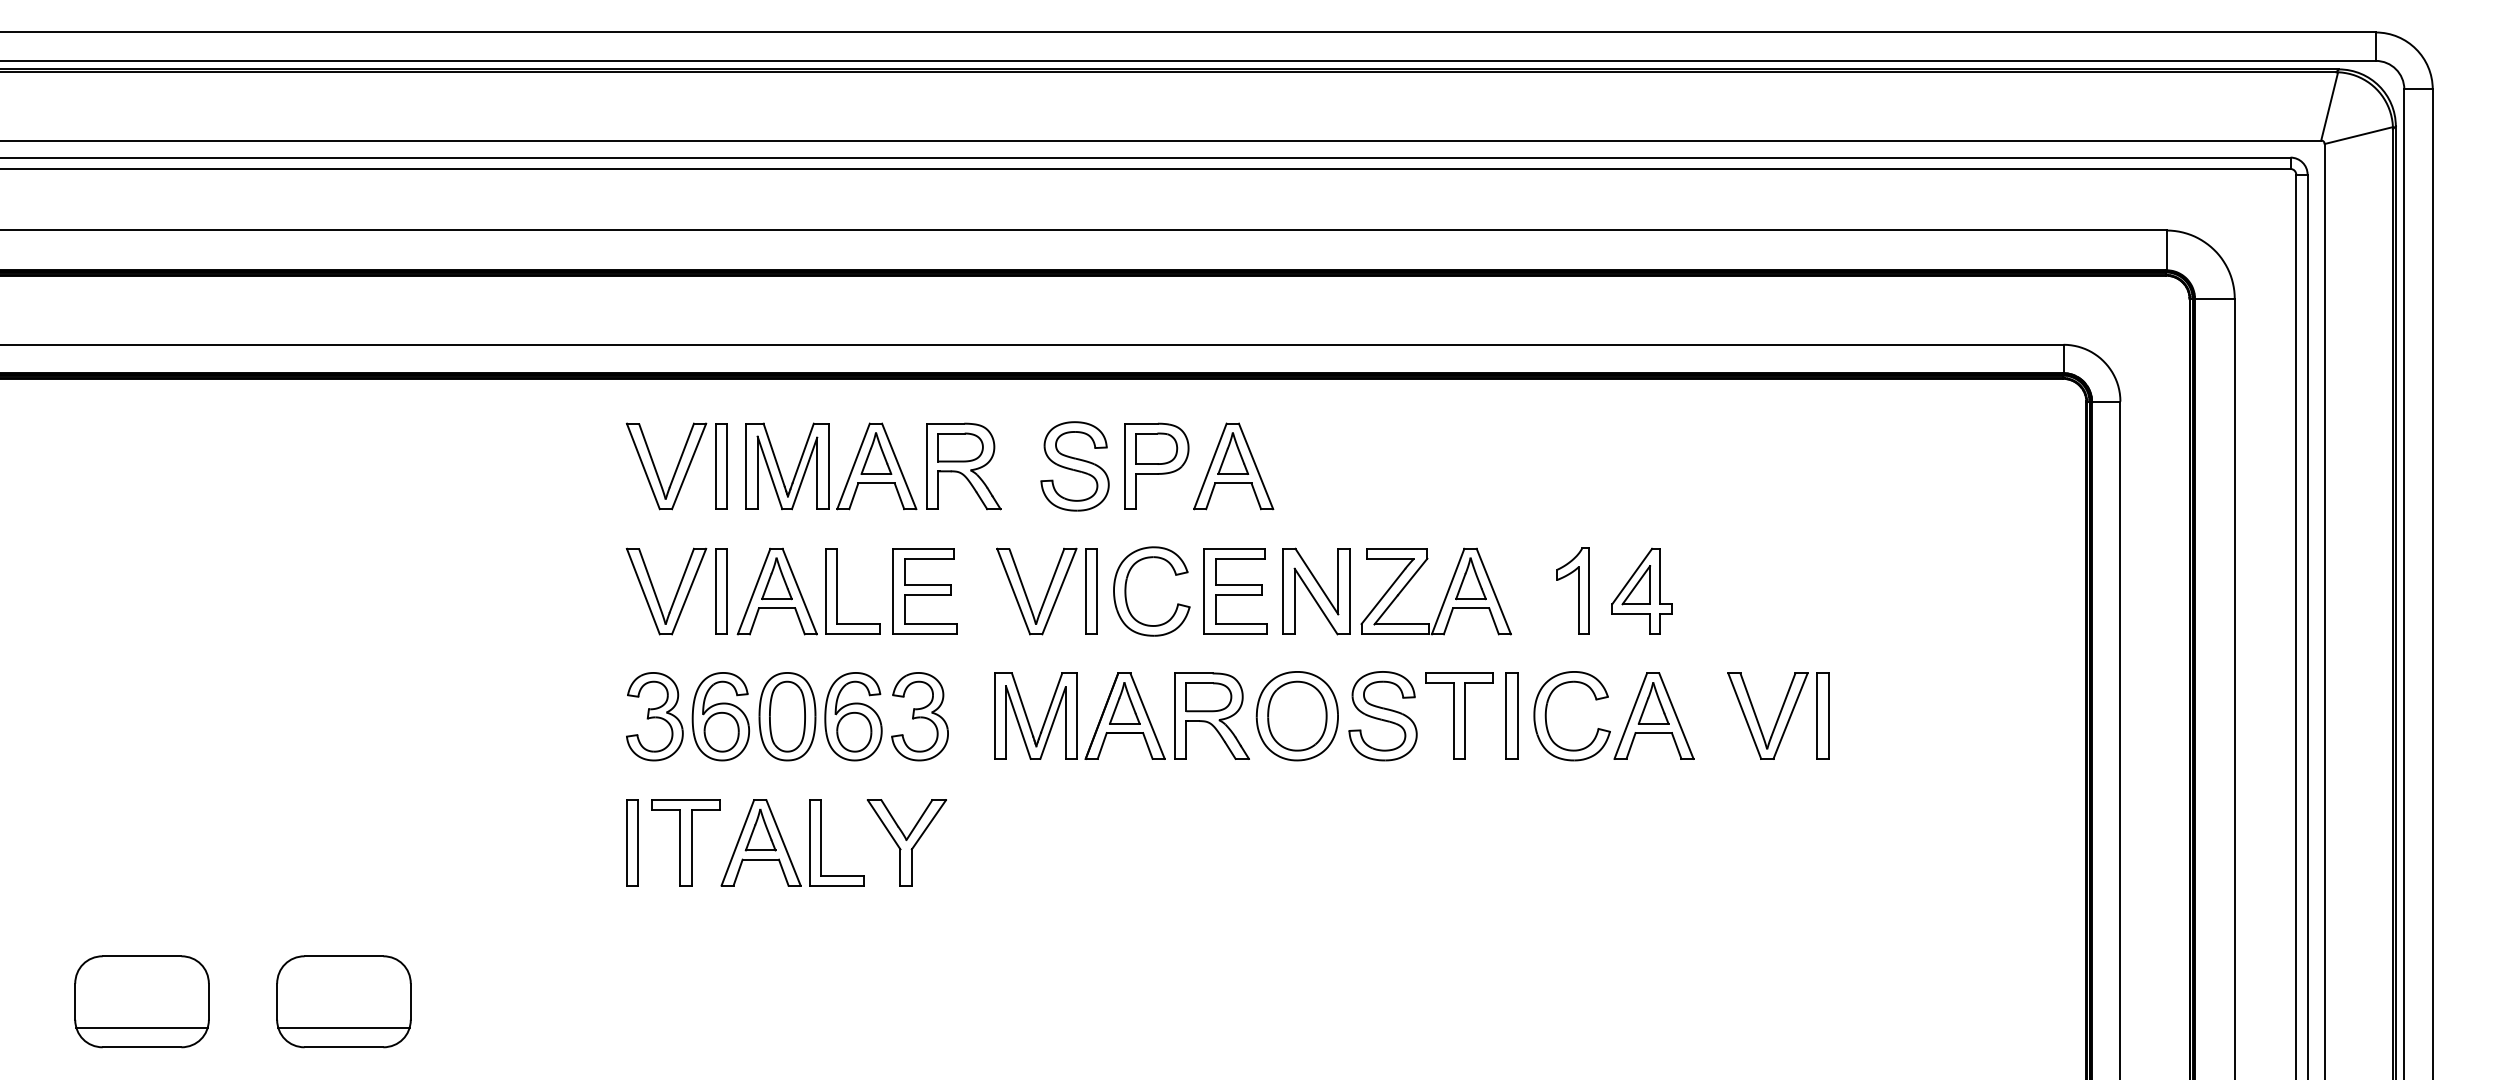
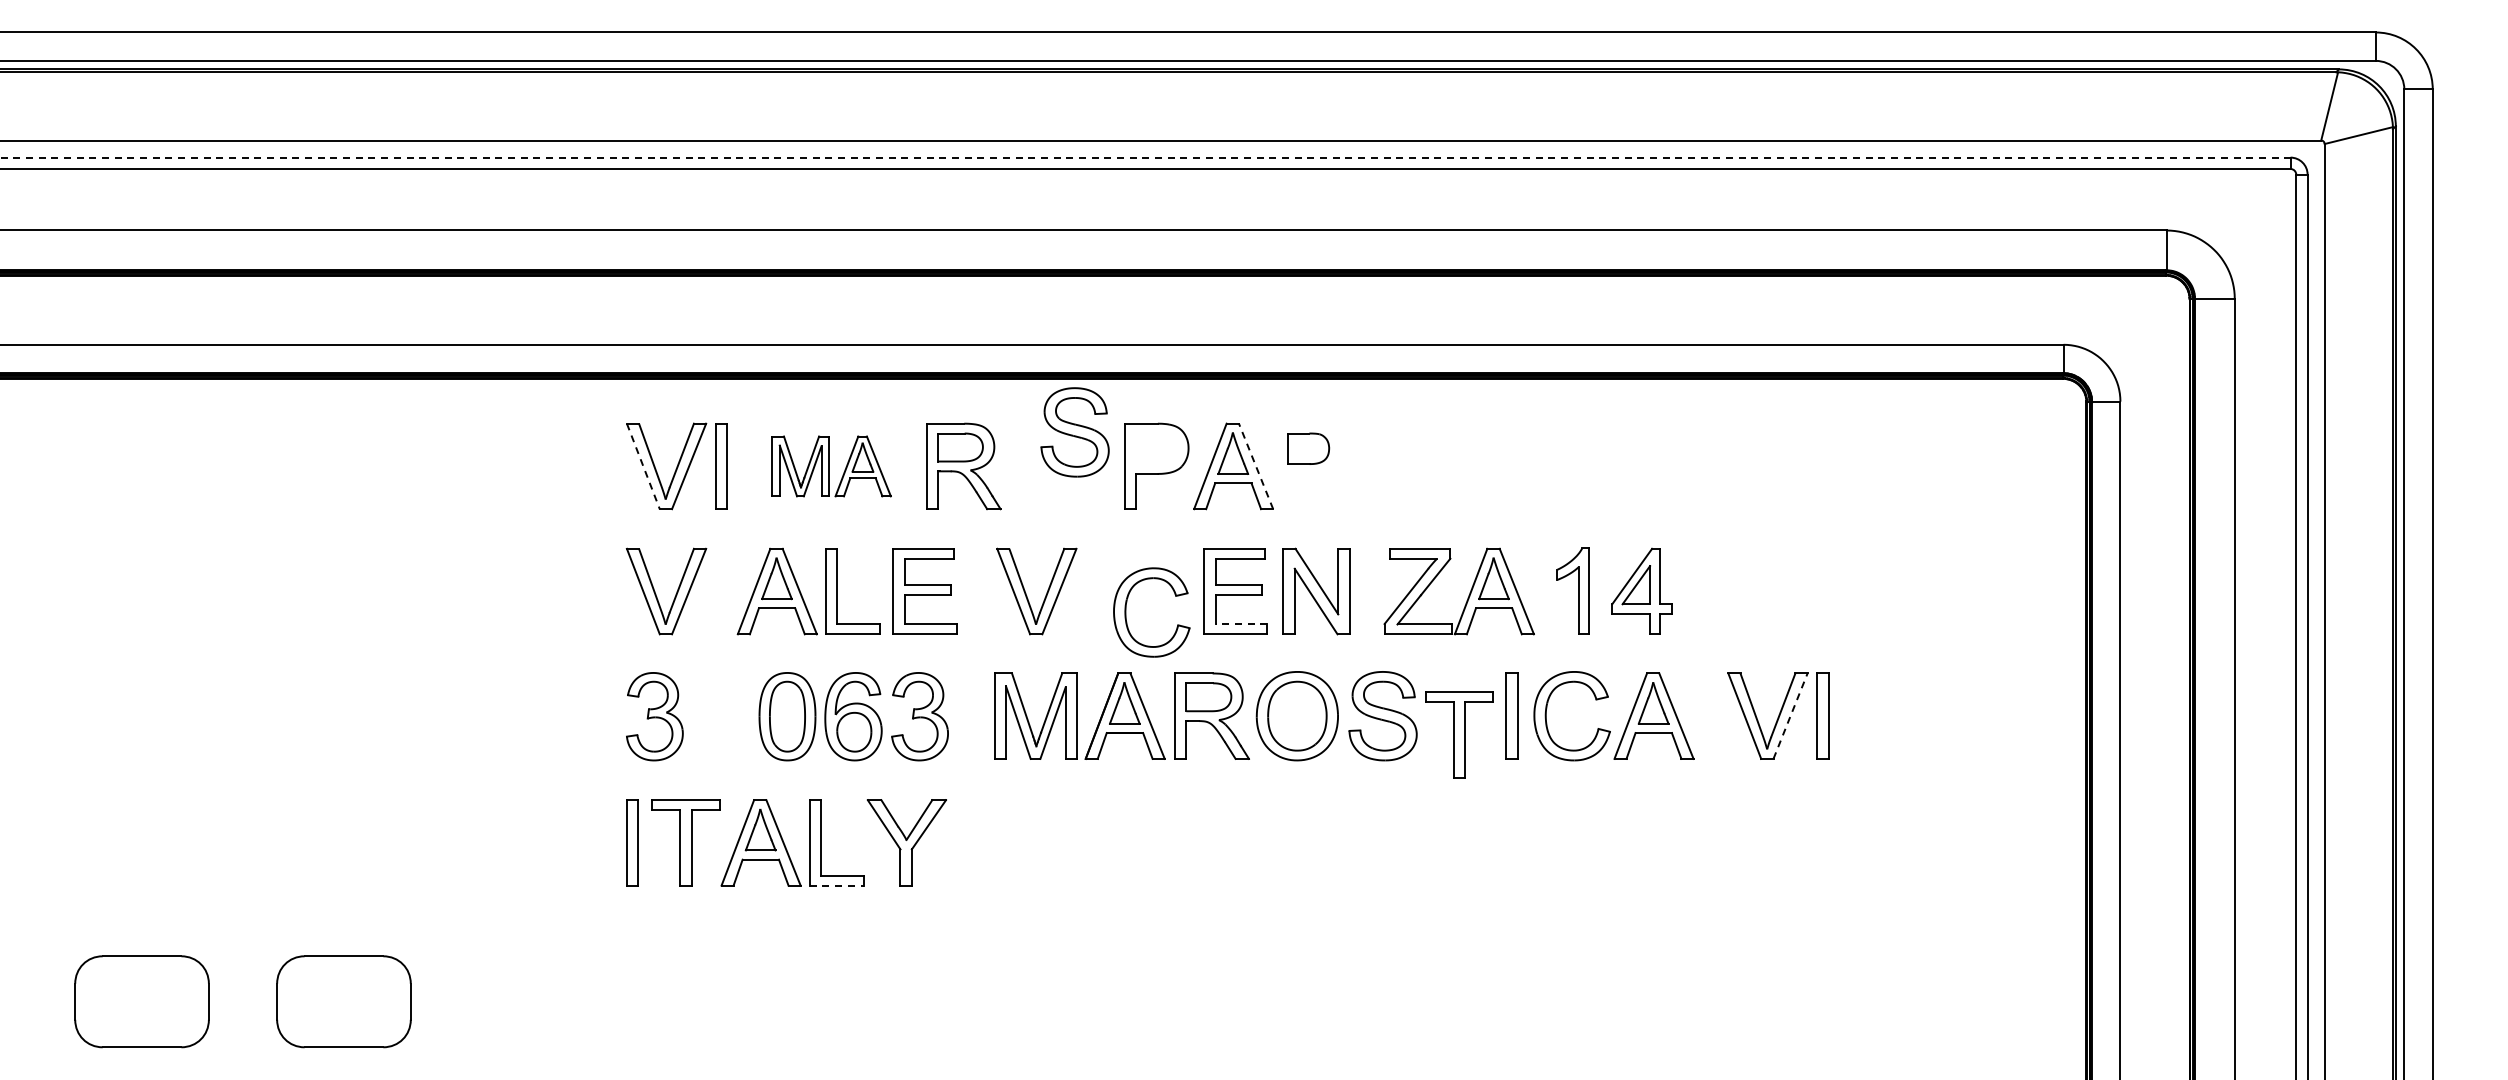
line at (1145, 157): solid -> dashed
part at (1156, 448) position: (1156, 448) -> (1308, 448)
line at (1255, 465): solid -> dashed
line at (643, 466): solid -> dashed
part at (831, 466) size: 173x89 px -> 121x63 px
part at (1074, 466) position: (1074, 466) -> (1074, 432)
part at (721, 591): present -> none
part at (1091, 591): present -> none
part at (1126, 591) position: (1126, 591) -> (1126, 612)
part at (1445, 595) position: (1445, 595) -> (1468, 595)
line at (1241, 624): solid -> dashed
part at (1459, 715) position: (1459, 715) -> (1459, 734)
part at (720, 716): present -> none
line at (1790, 716): solid -> dashed
line at (836, 885): solid -> dashed
line at (141, 1027): present -> none
line at (343, 1027): present -> none
